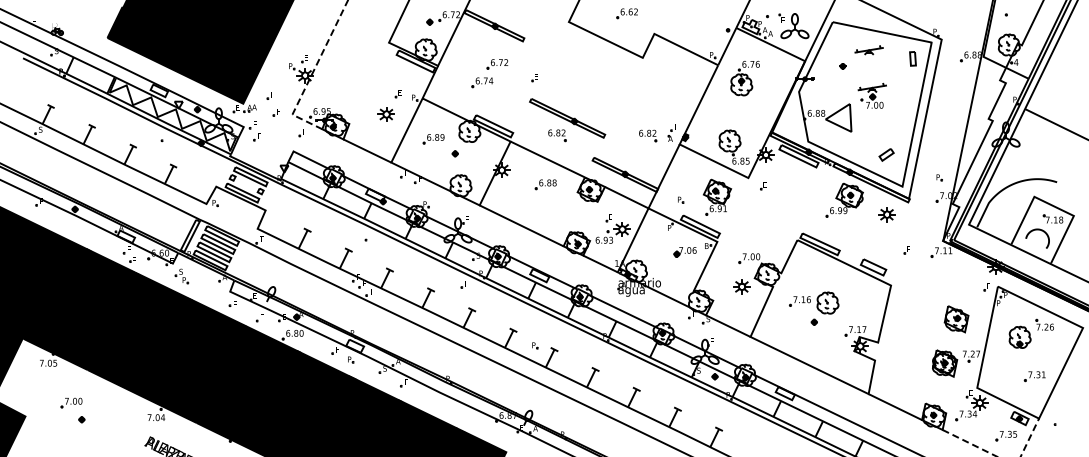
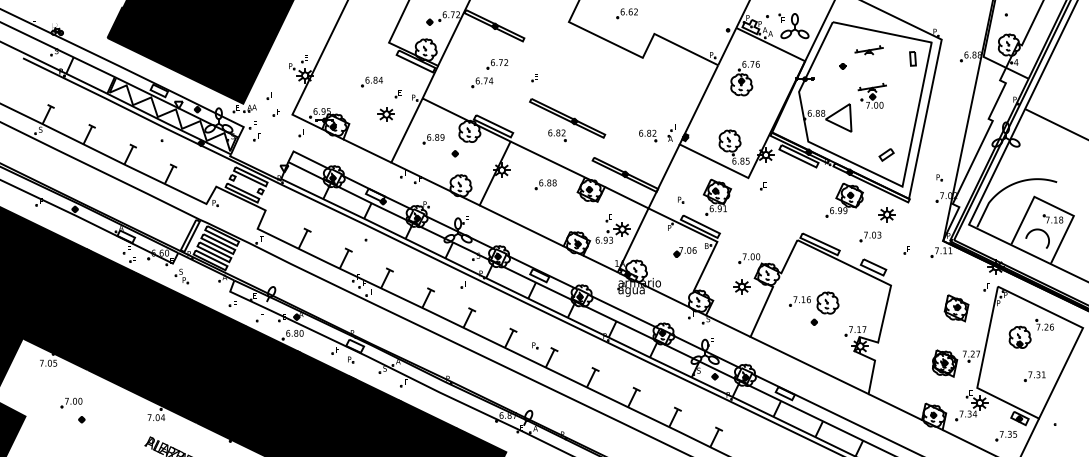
line at (312, 73): dashed -> solid
part at (371, 81): none -> present
part at (870, 236): none -> present
part at (956, 319) position: (956, 319) -> (956, 308)
line at (989, 452): dashed -> solid
